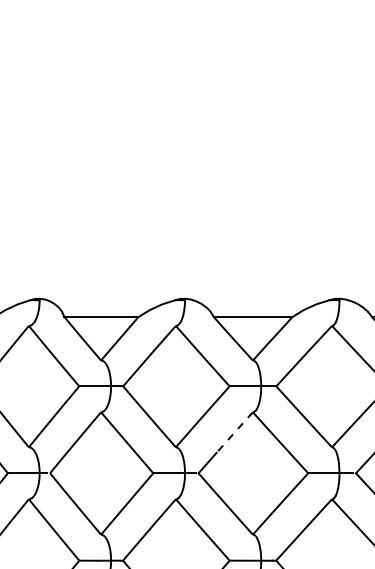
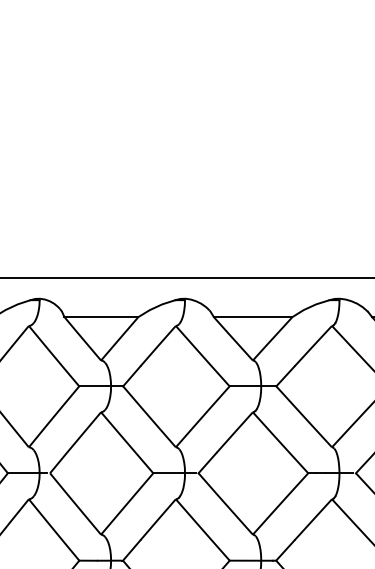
line at (186, 278): none -> present
line at (234, 432): dashed -> solid
